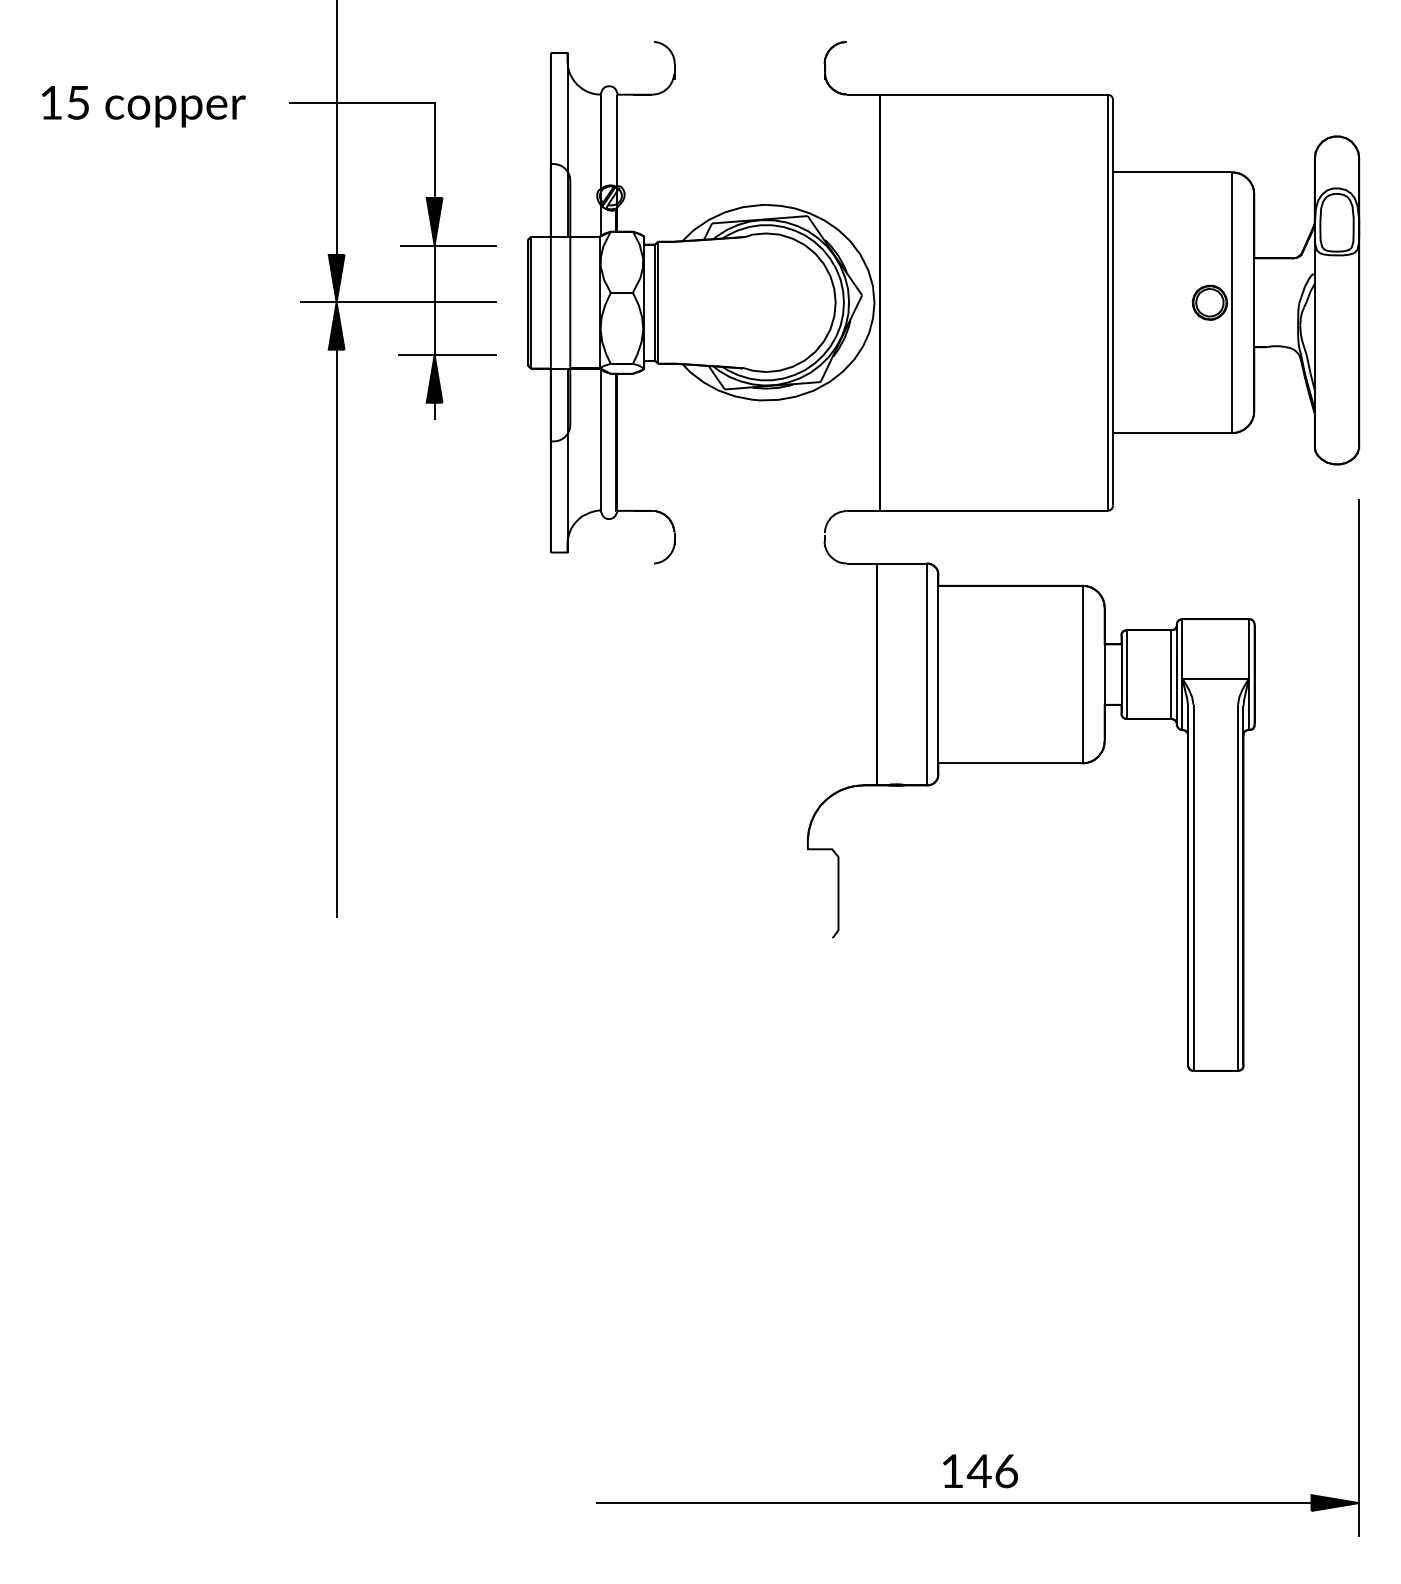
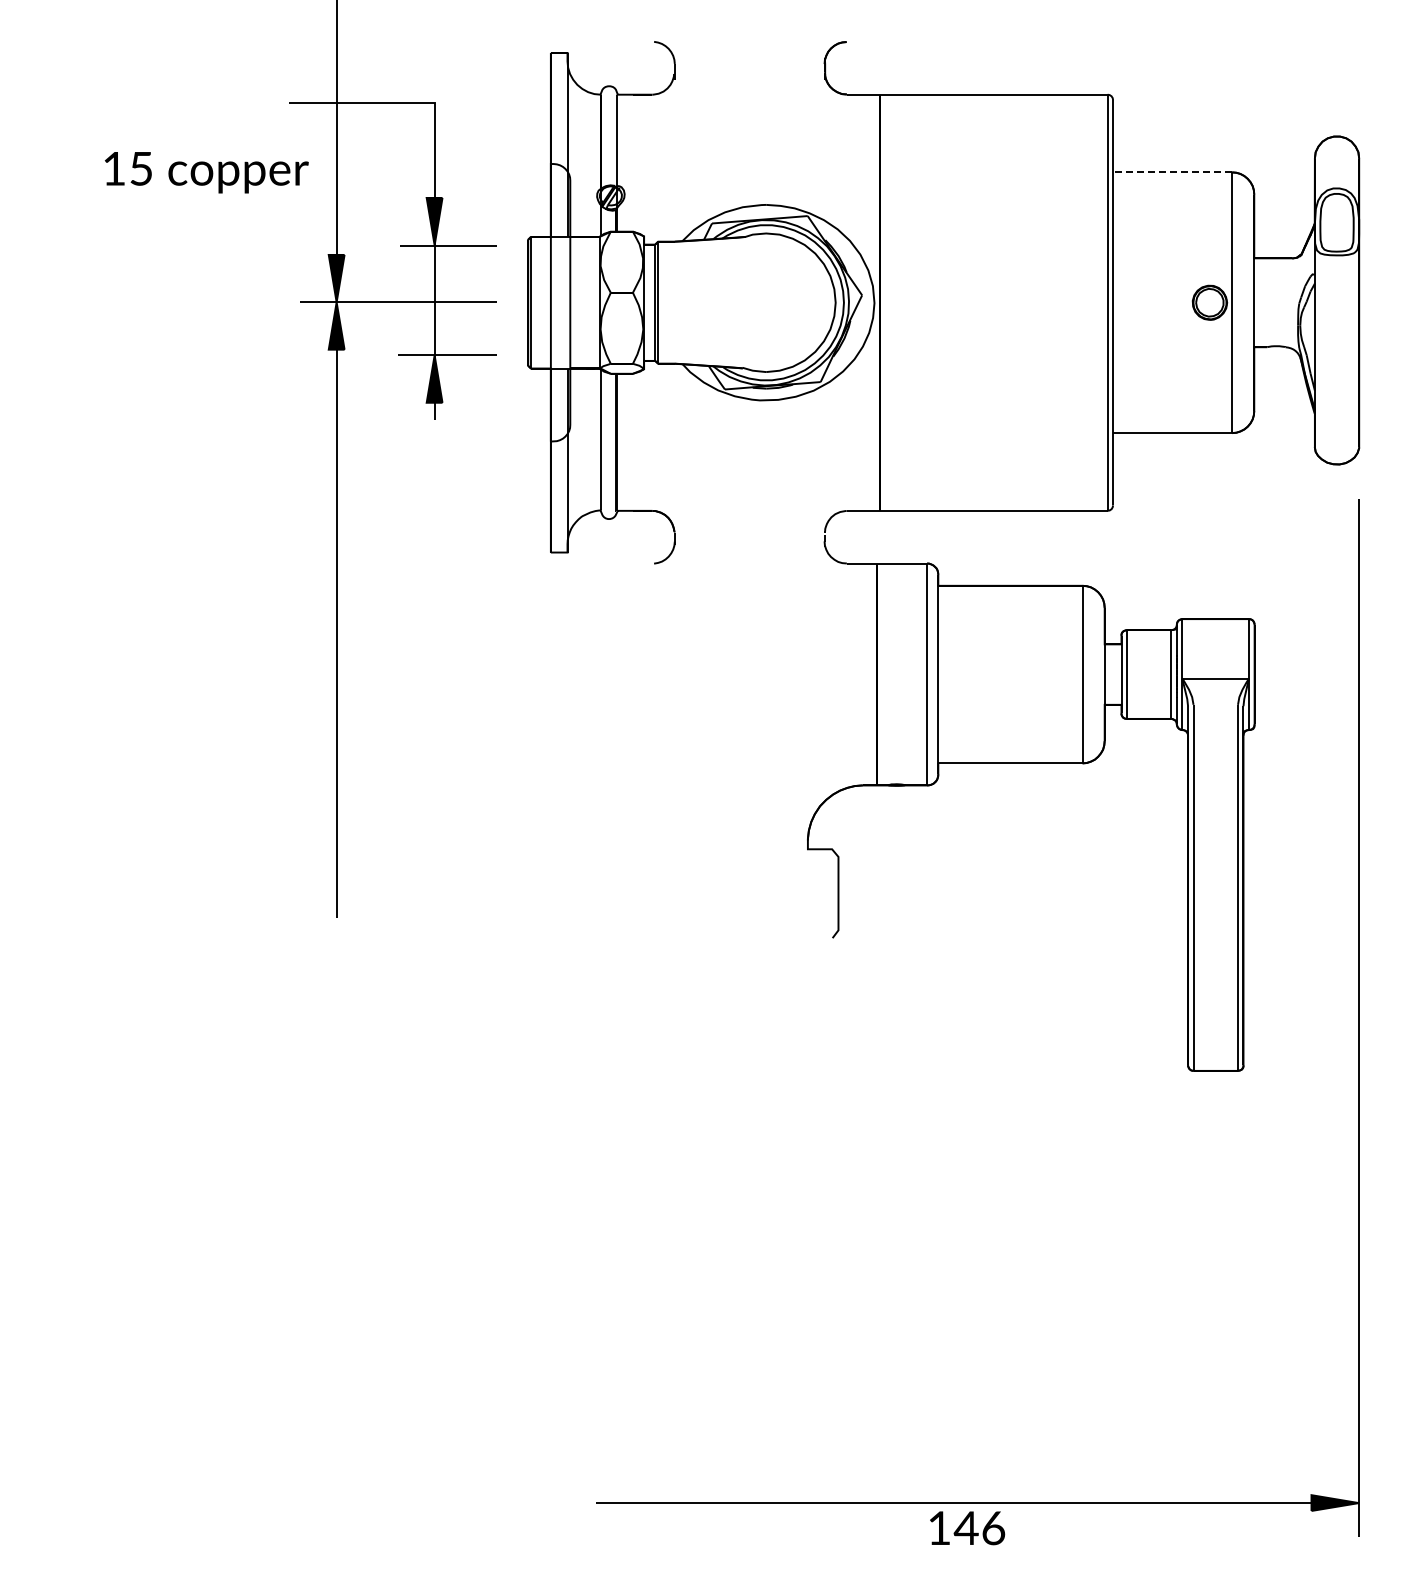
text at (143, 106) position: (143, 106) -> (206, 172)
line at (1172, 172): solid -> dashed
text at (980, 1471) position: (980, 1471) -> (967, 1528)
